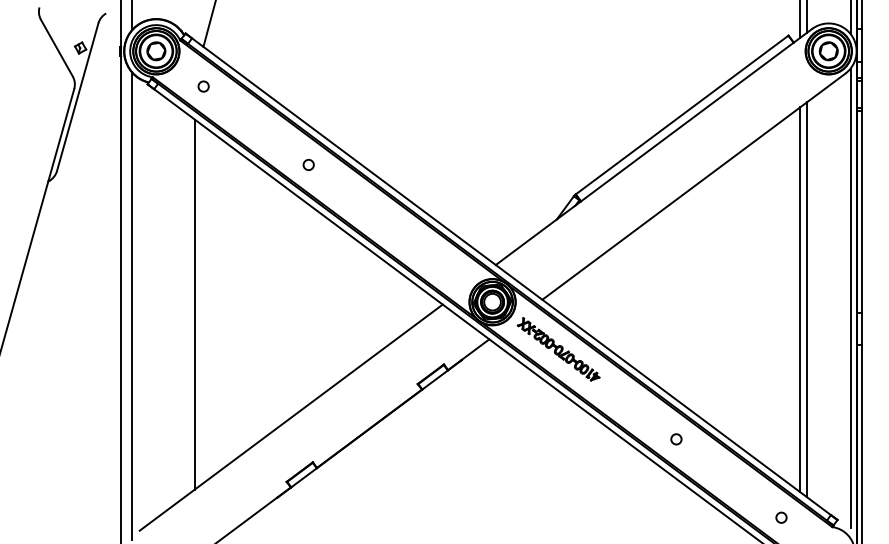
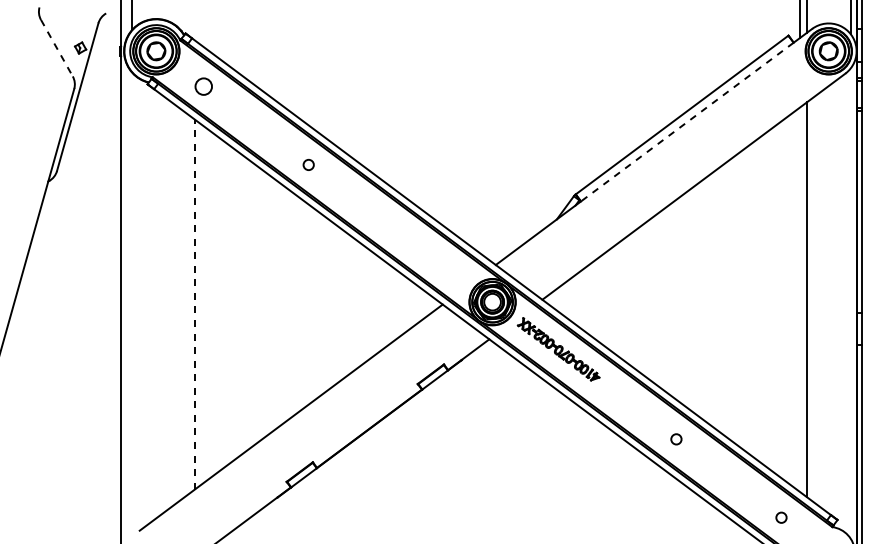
line at (209, 24): present -> none
line at (57, 48): solid -> dashed
circle at (203, 86) size: 13x13 px -> 19x19 px
line at (687, 122): solid -> dashed
line at (850, 298): present -> none
line at (800, 299): present -> none
line at (194, 304): solid -> dashed
line at (131, 306): present -> none
